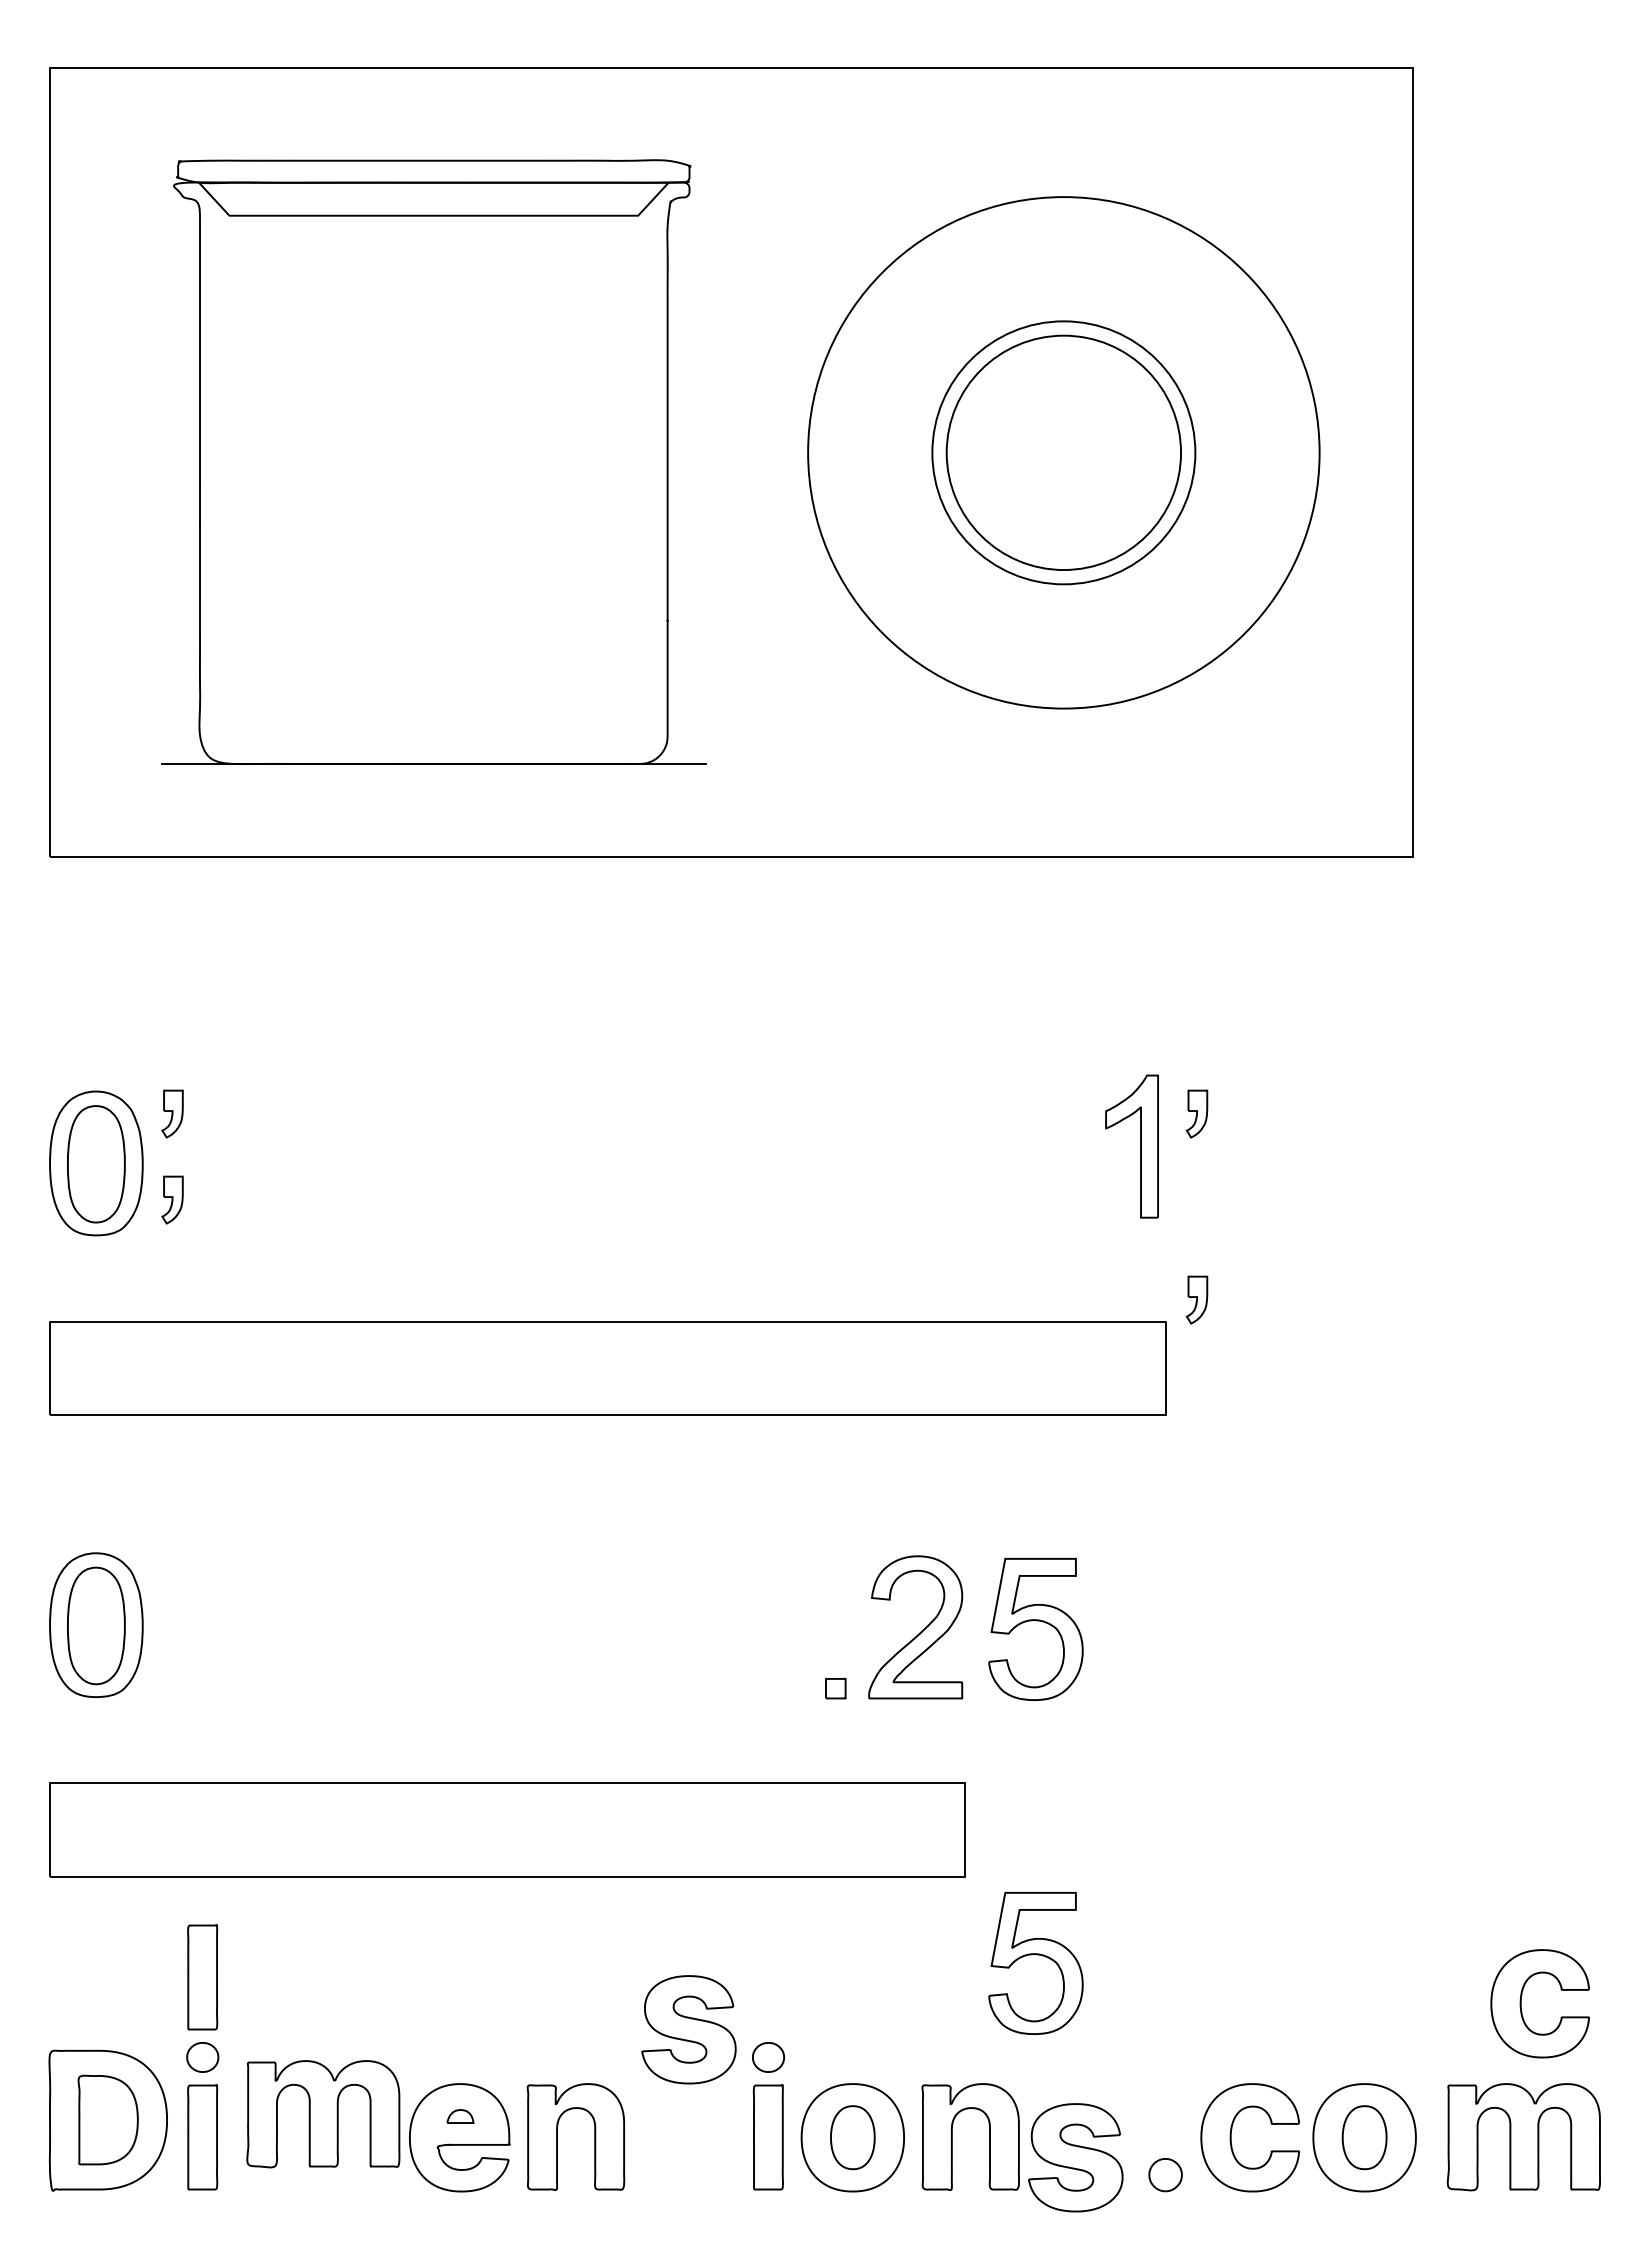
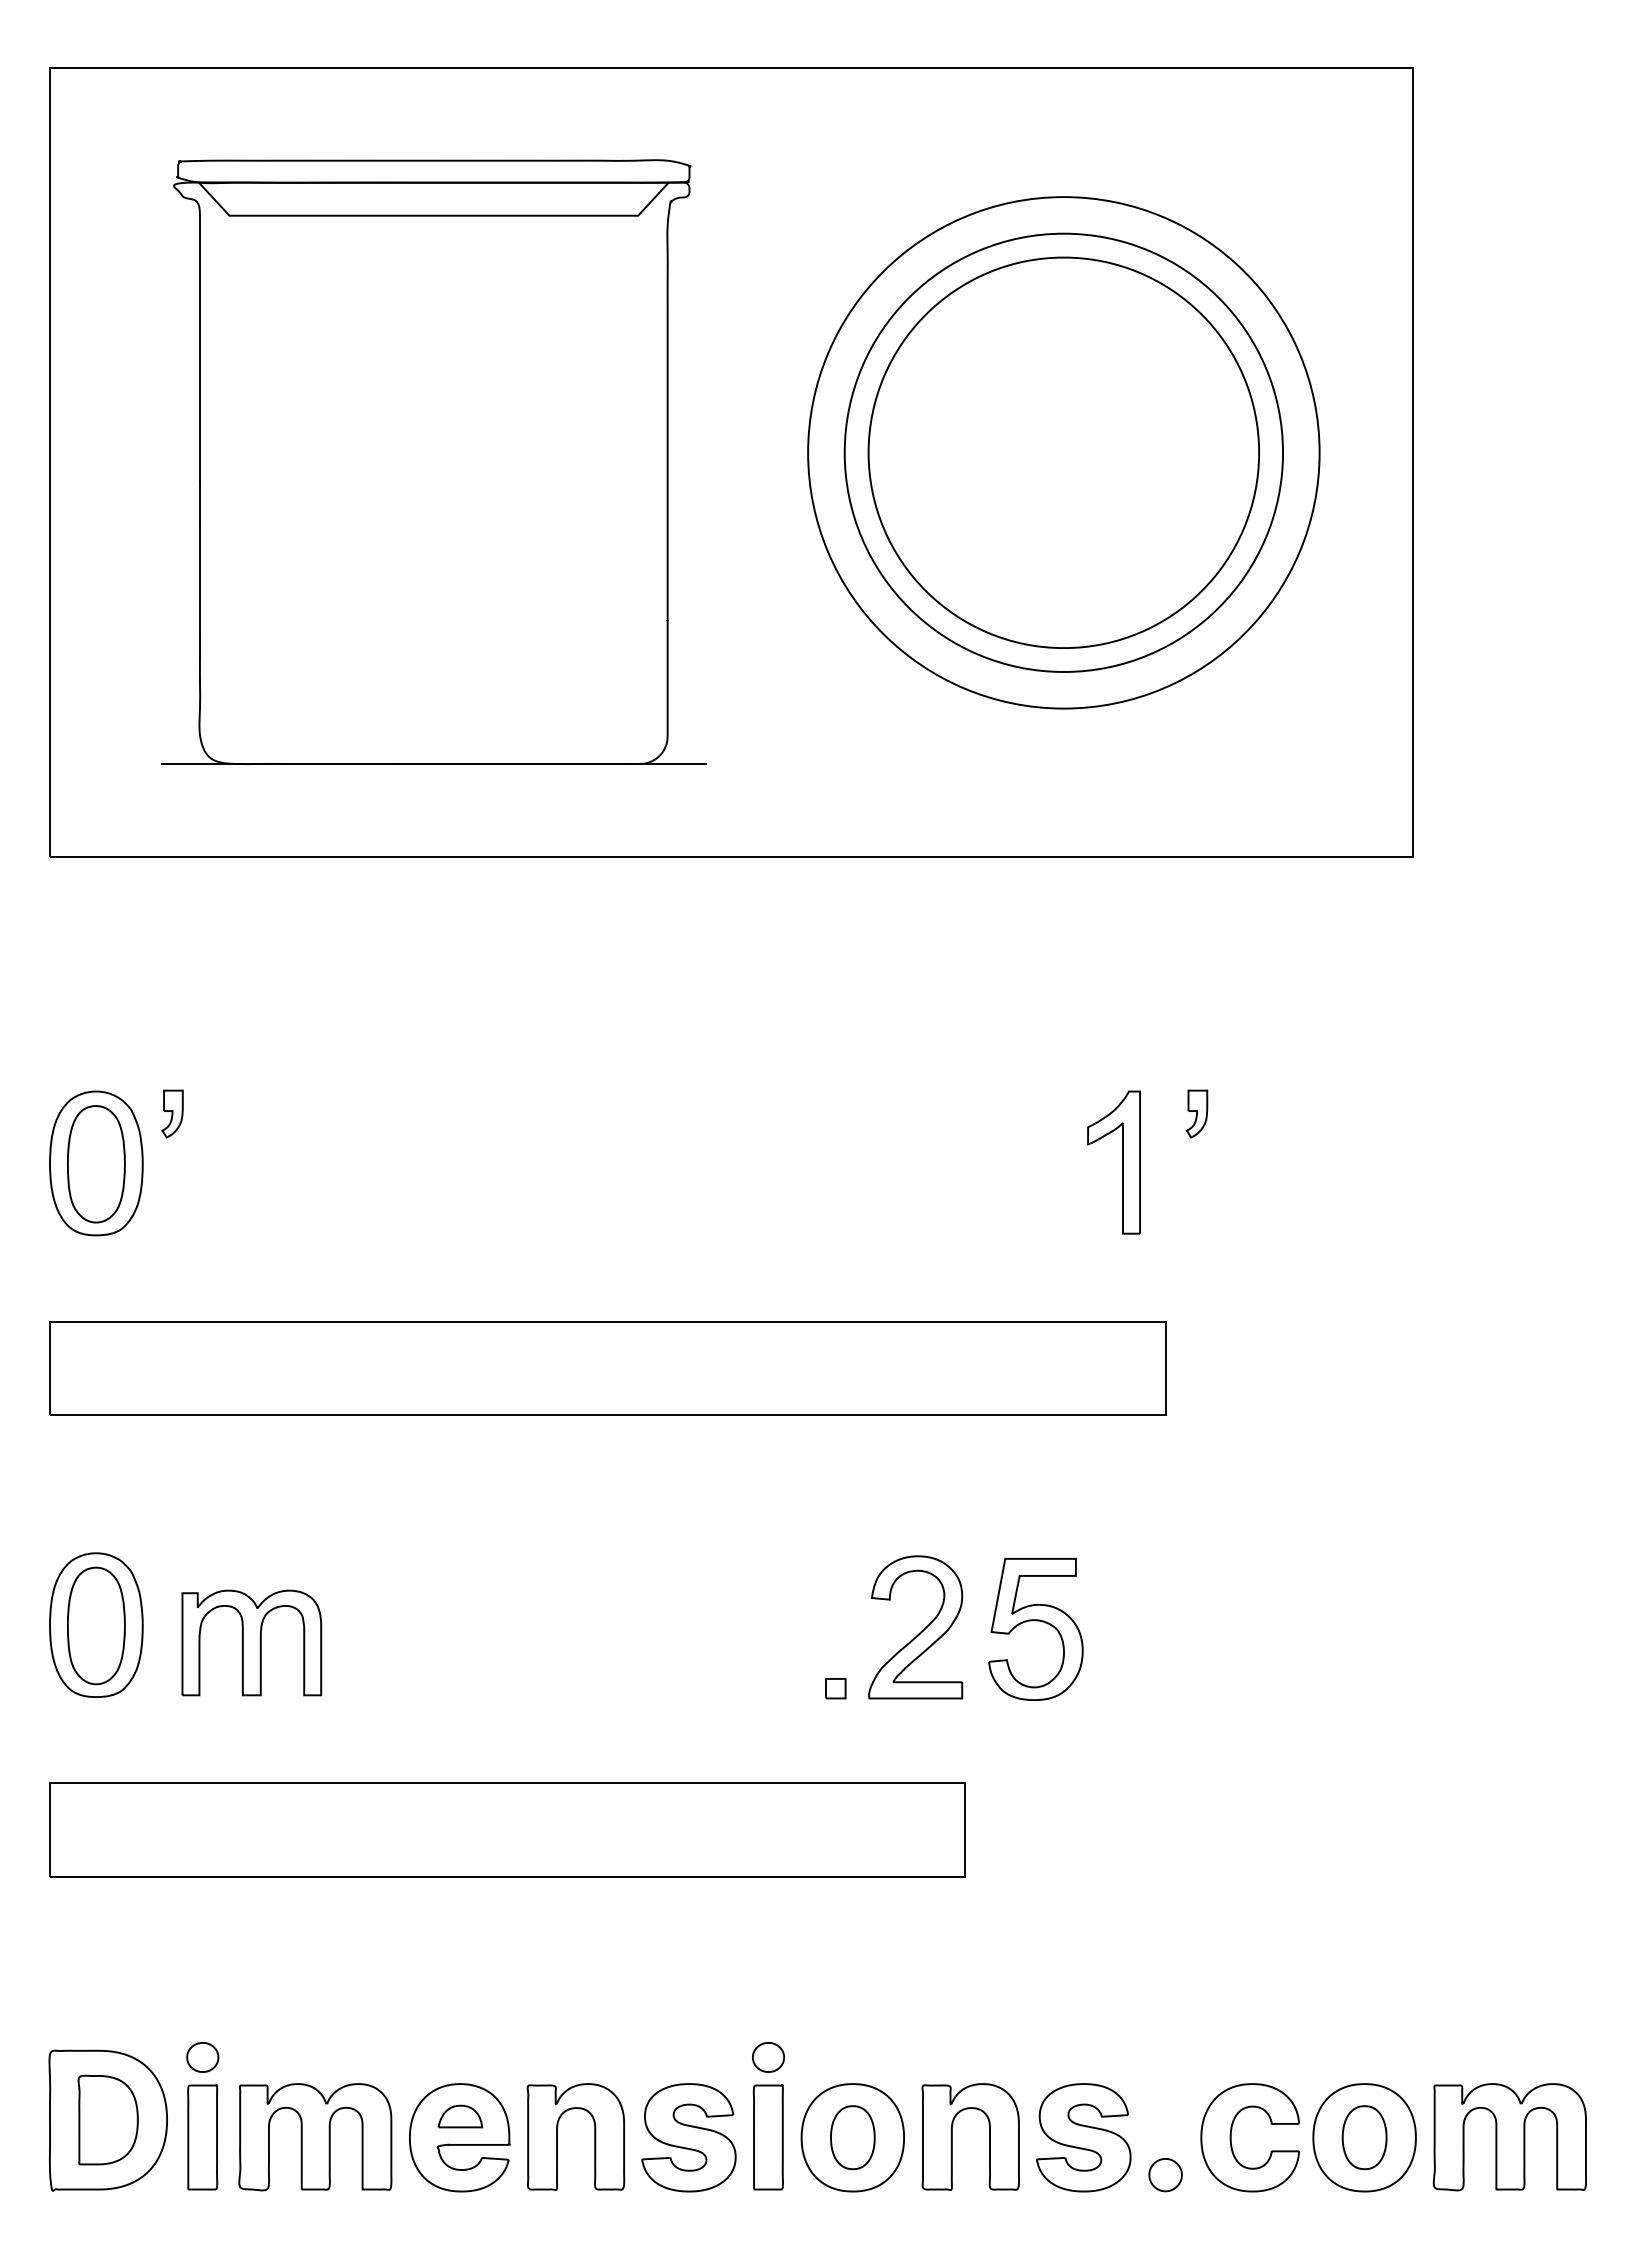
circle at (1063, 452) diameter: 234 px -> 391 px
circle at (1063, 452) diameter: 263 px -> 438 px
part at (1140, 1146) position: (1140, 1146) -> (1122, 1162)
part at (172, 1199): present -> none
part at (1196, 1299): present -> none
part at (251, 1642): none -> present
part at (1036, 1955): present -> none
part at (202, 1977): present -> none
part at (1521, 2003): present -> none
part at (688, 2029) position: (688, 2029) -> (688, 2137)
part at (323, 2114) position: (323, 2114) -> (315, 2137)
part at (460, 2116) size: 29x15 px -> 47x25 px
part at (1523, 2137) position: (1523, 2137) -> (1509, 2137)
part at (1075, 2157) position: (1075, 2157) -> (1083, 2137)
